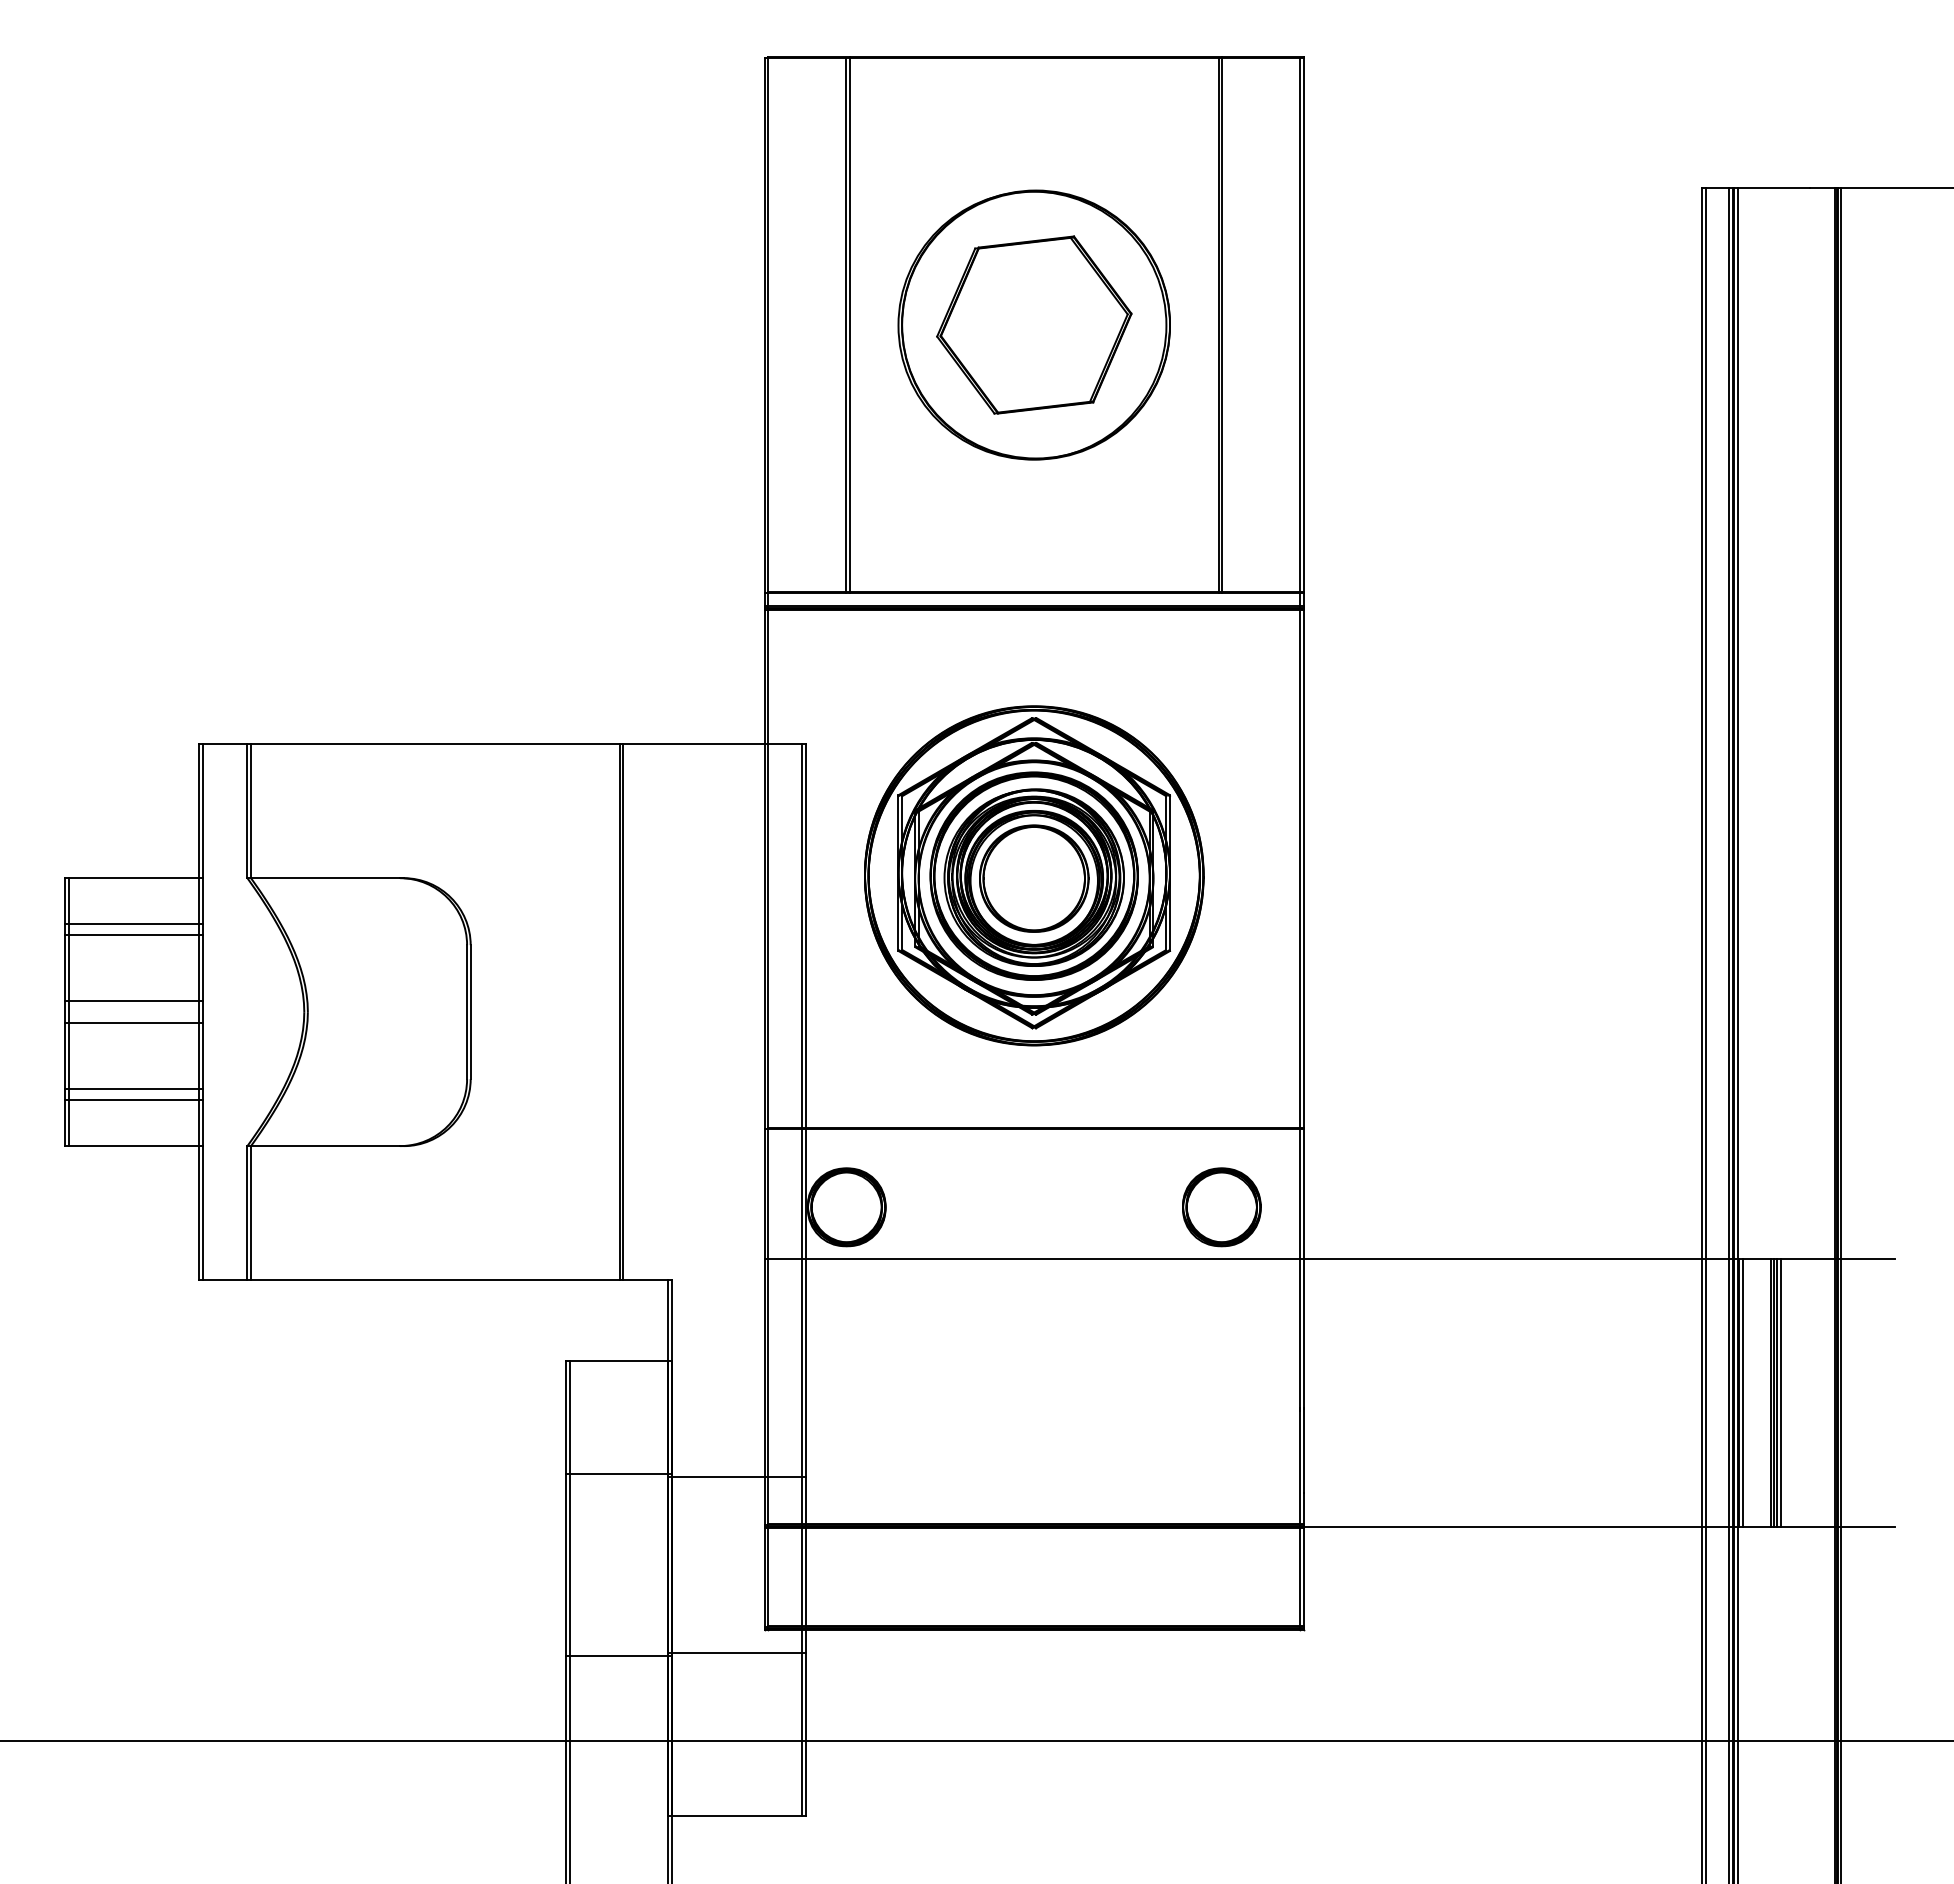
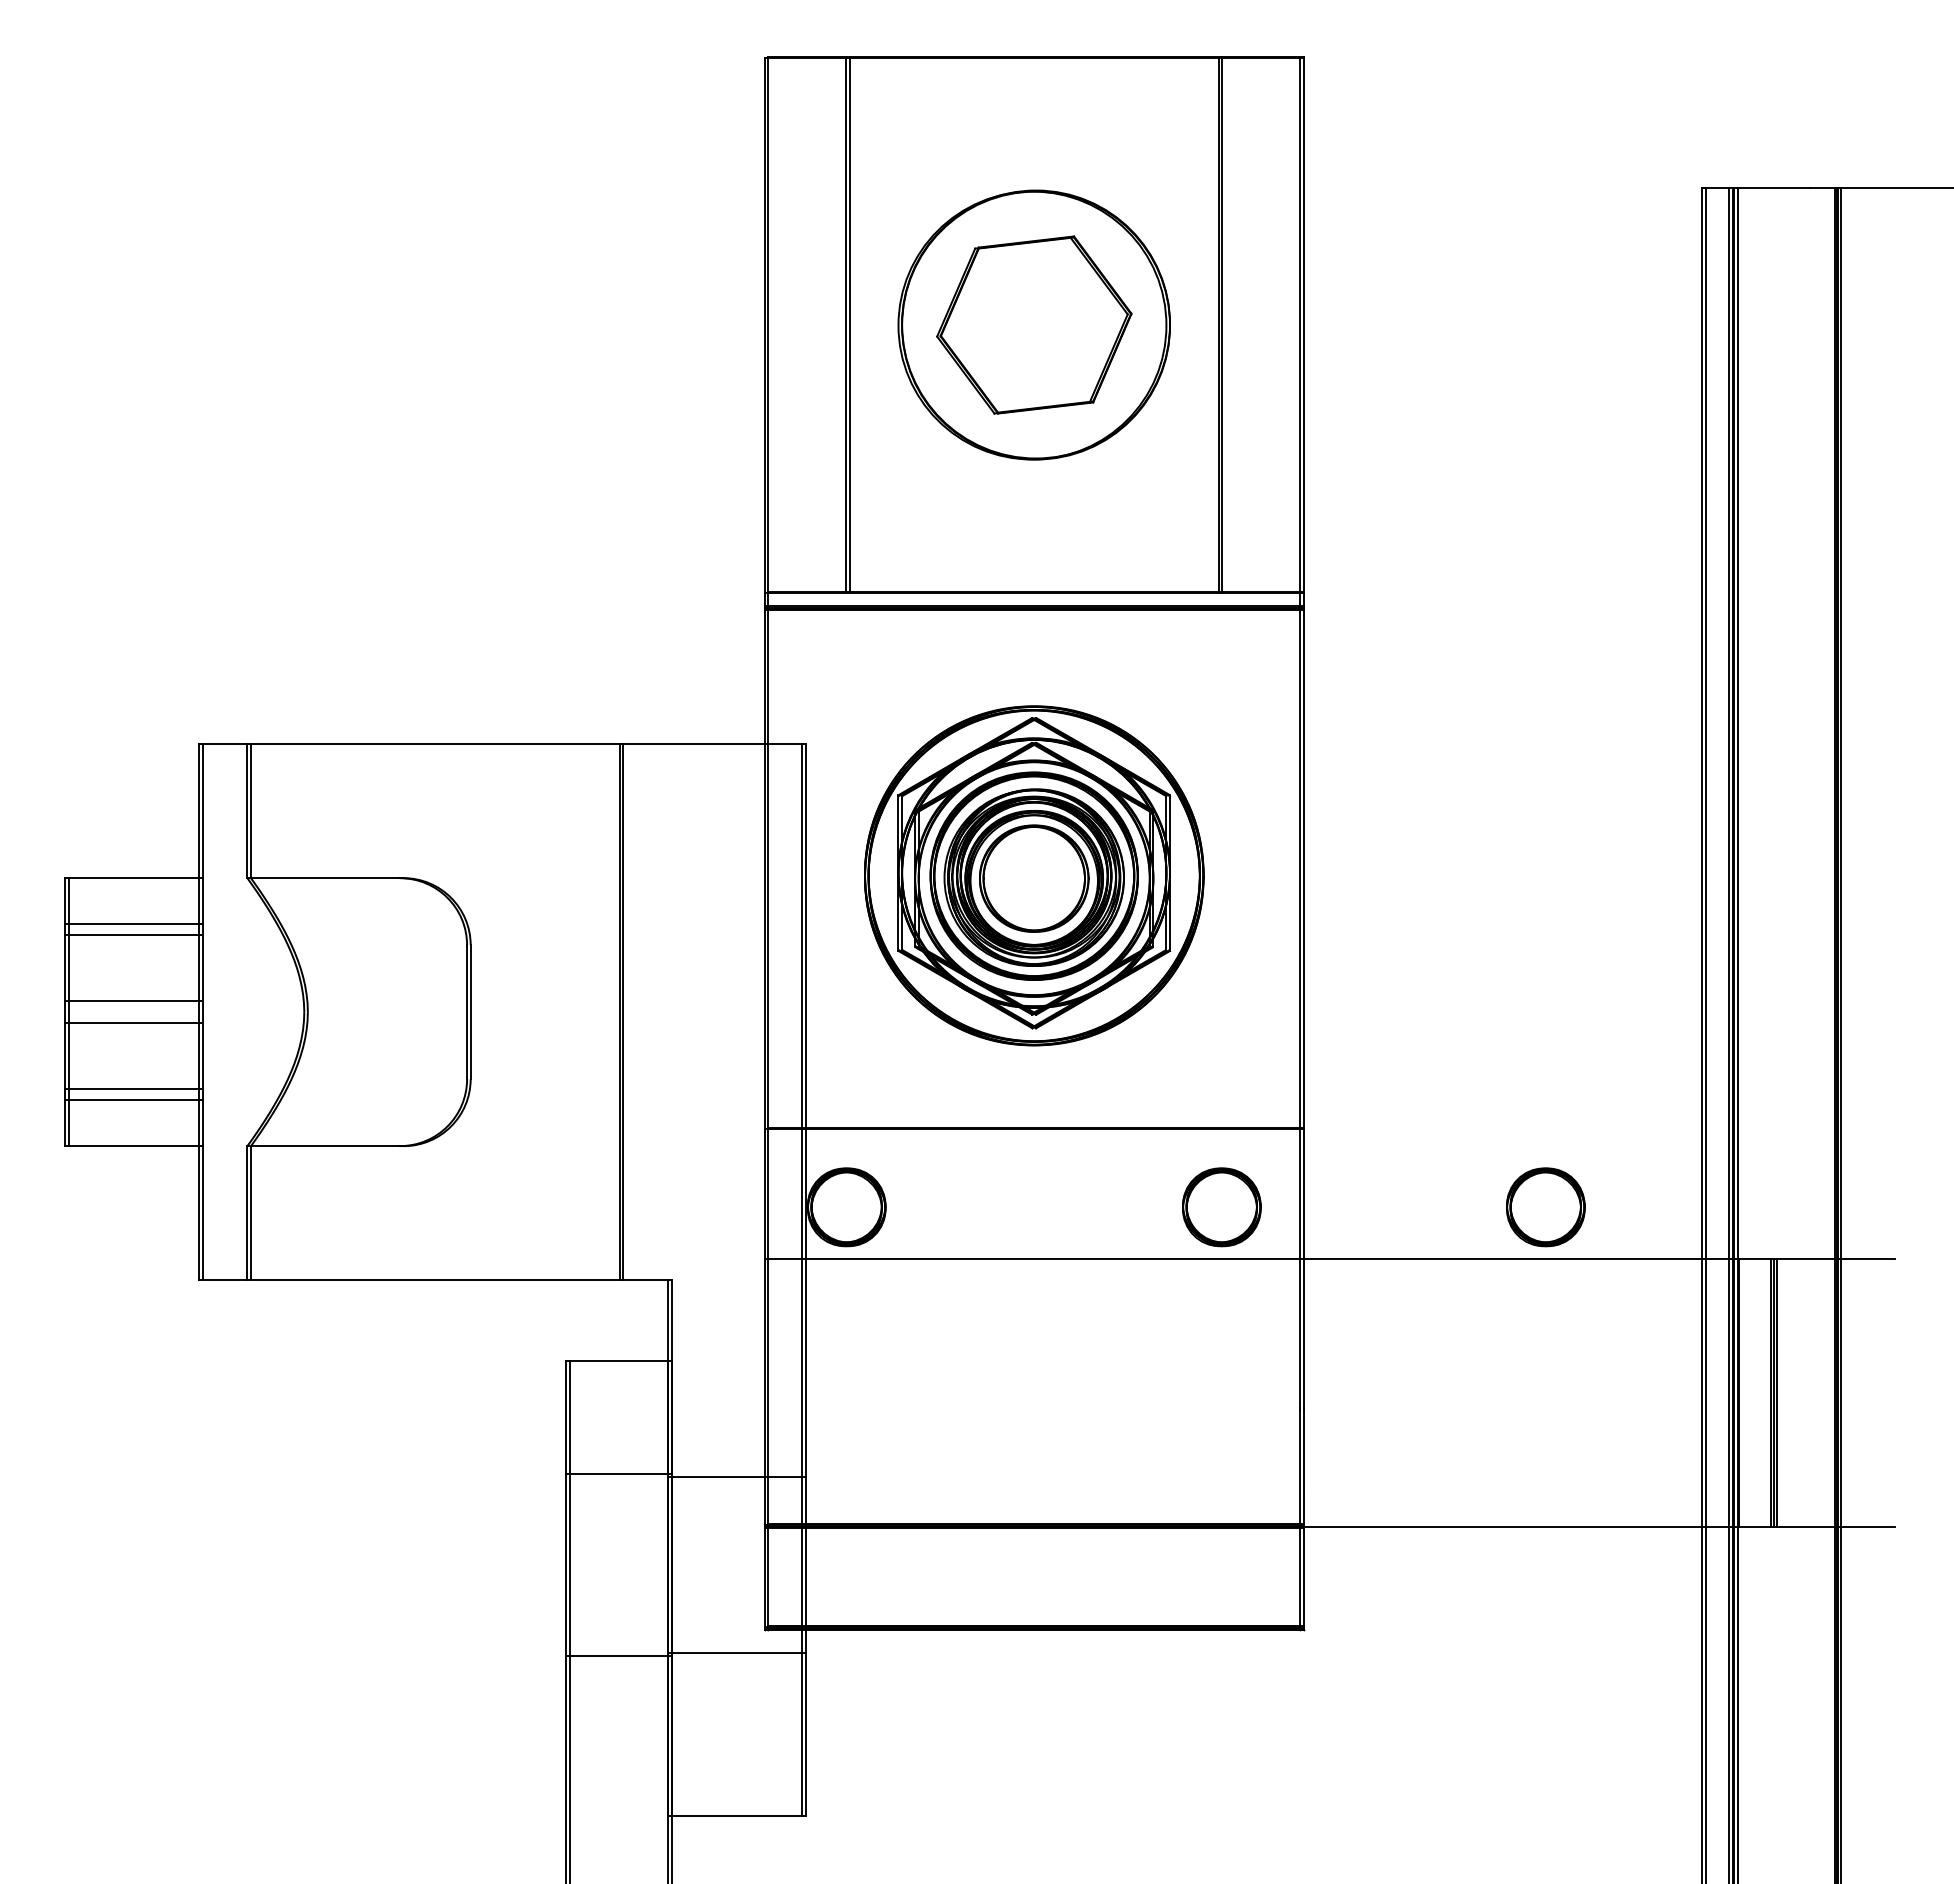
part at (1545, 1207): none -> present
line at (1742, 1393): present -> none
line at (1780, 1393): present -> none
line at (976, 1740): present -> none
